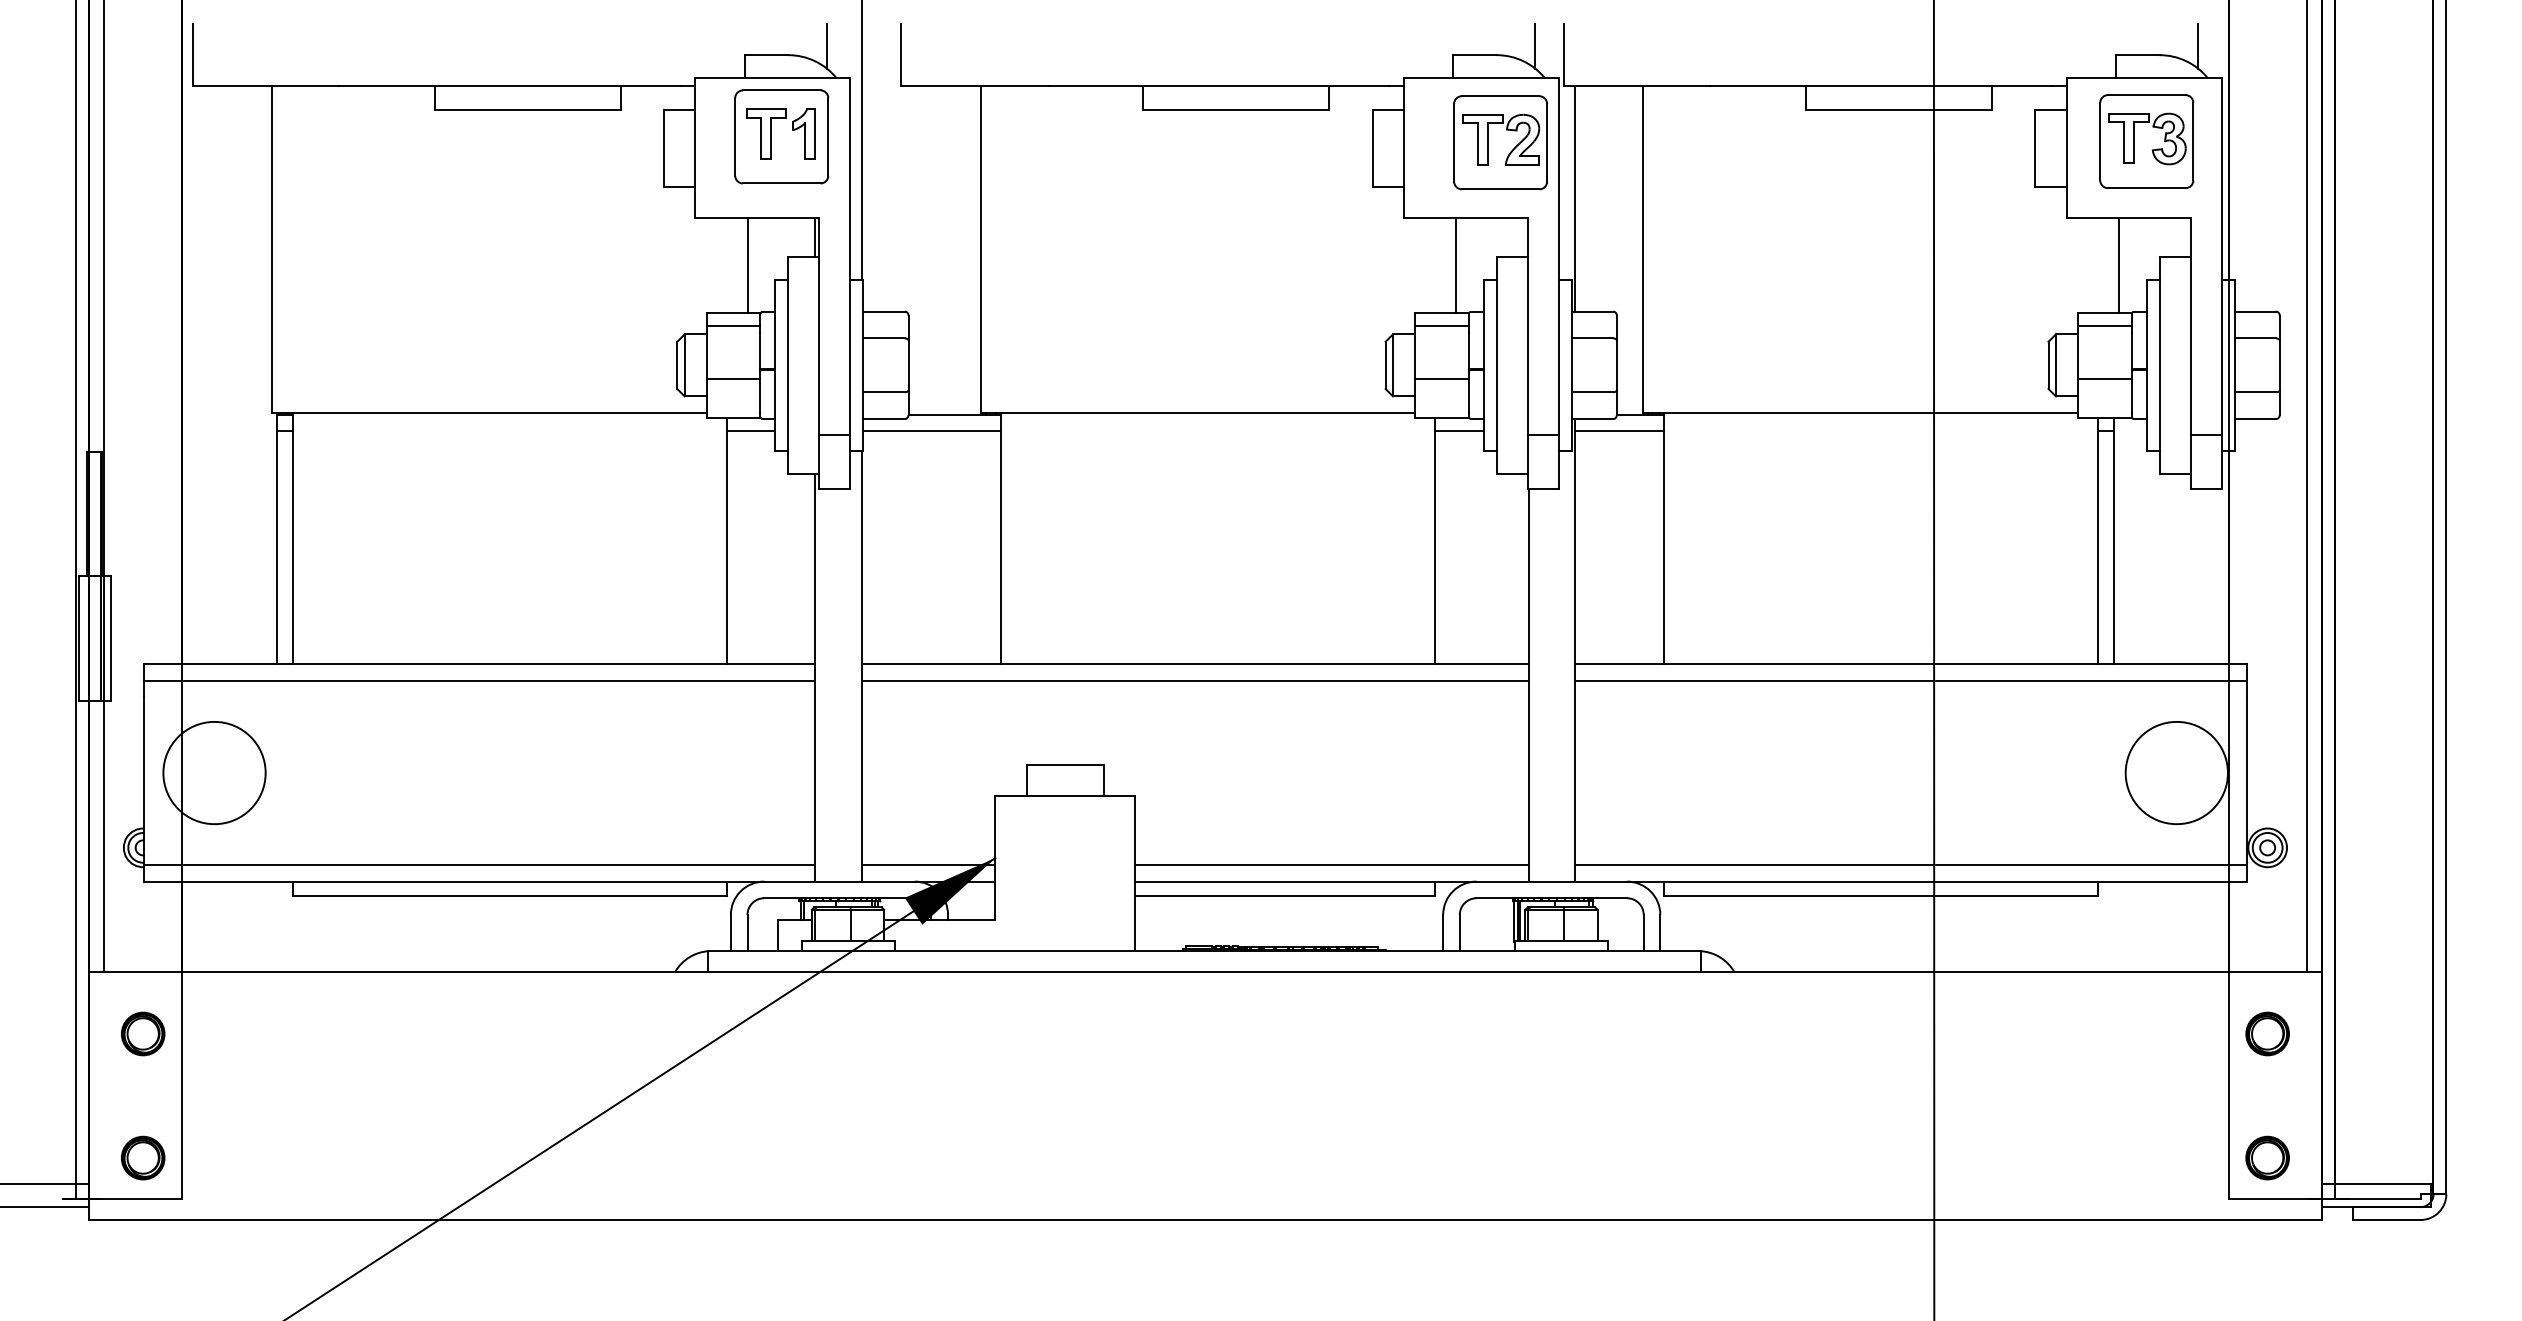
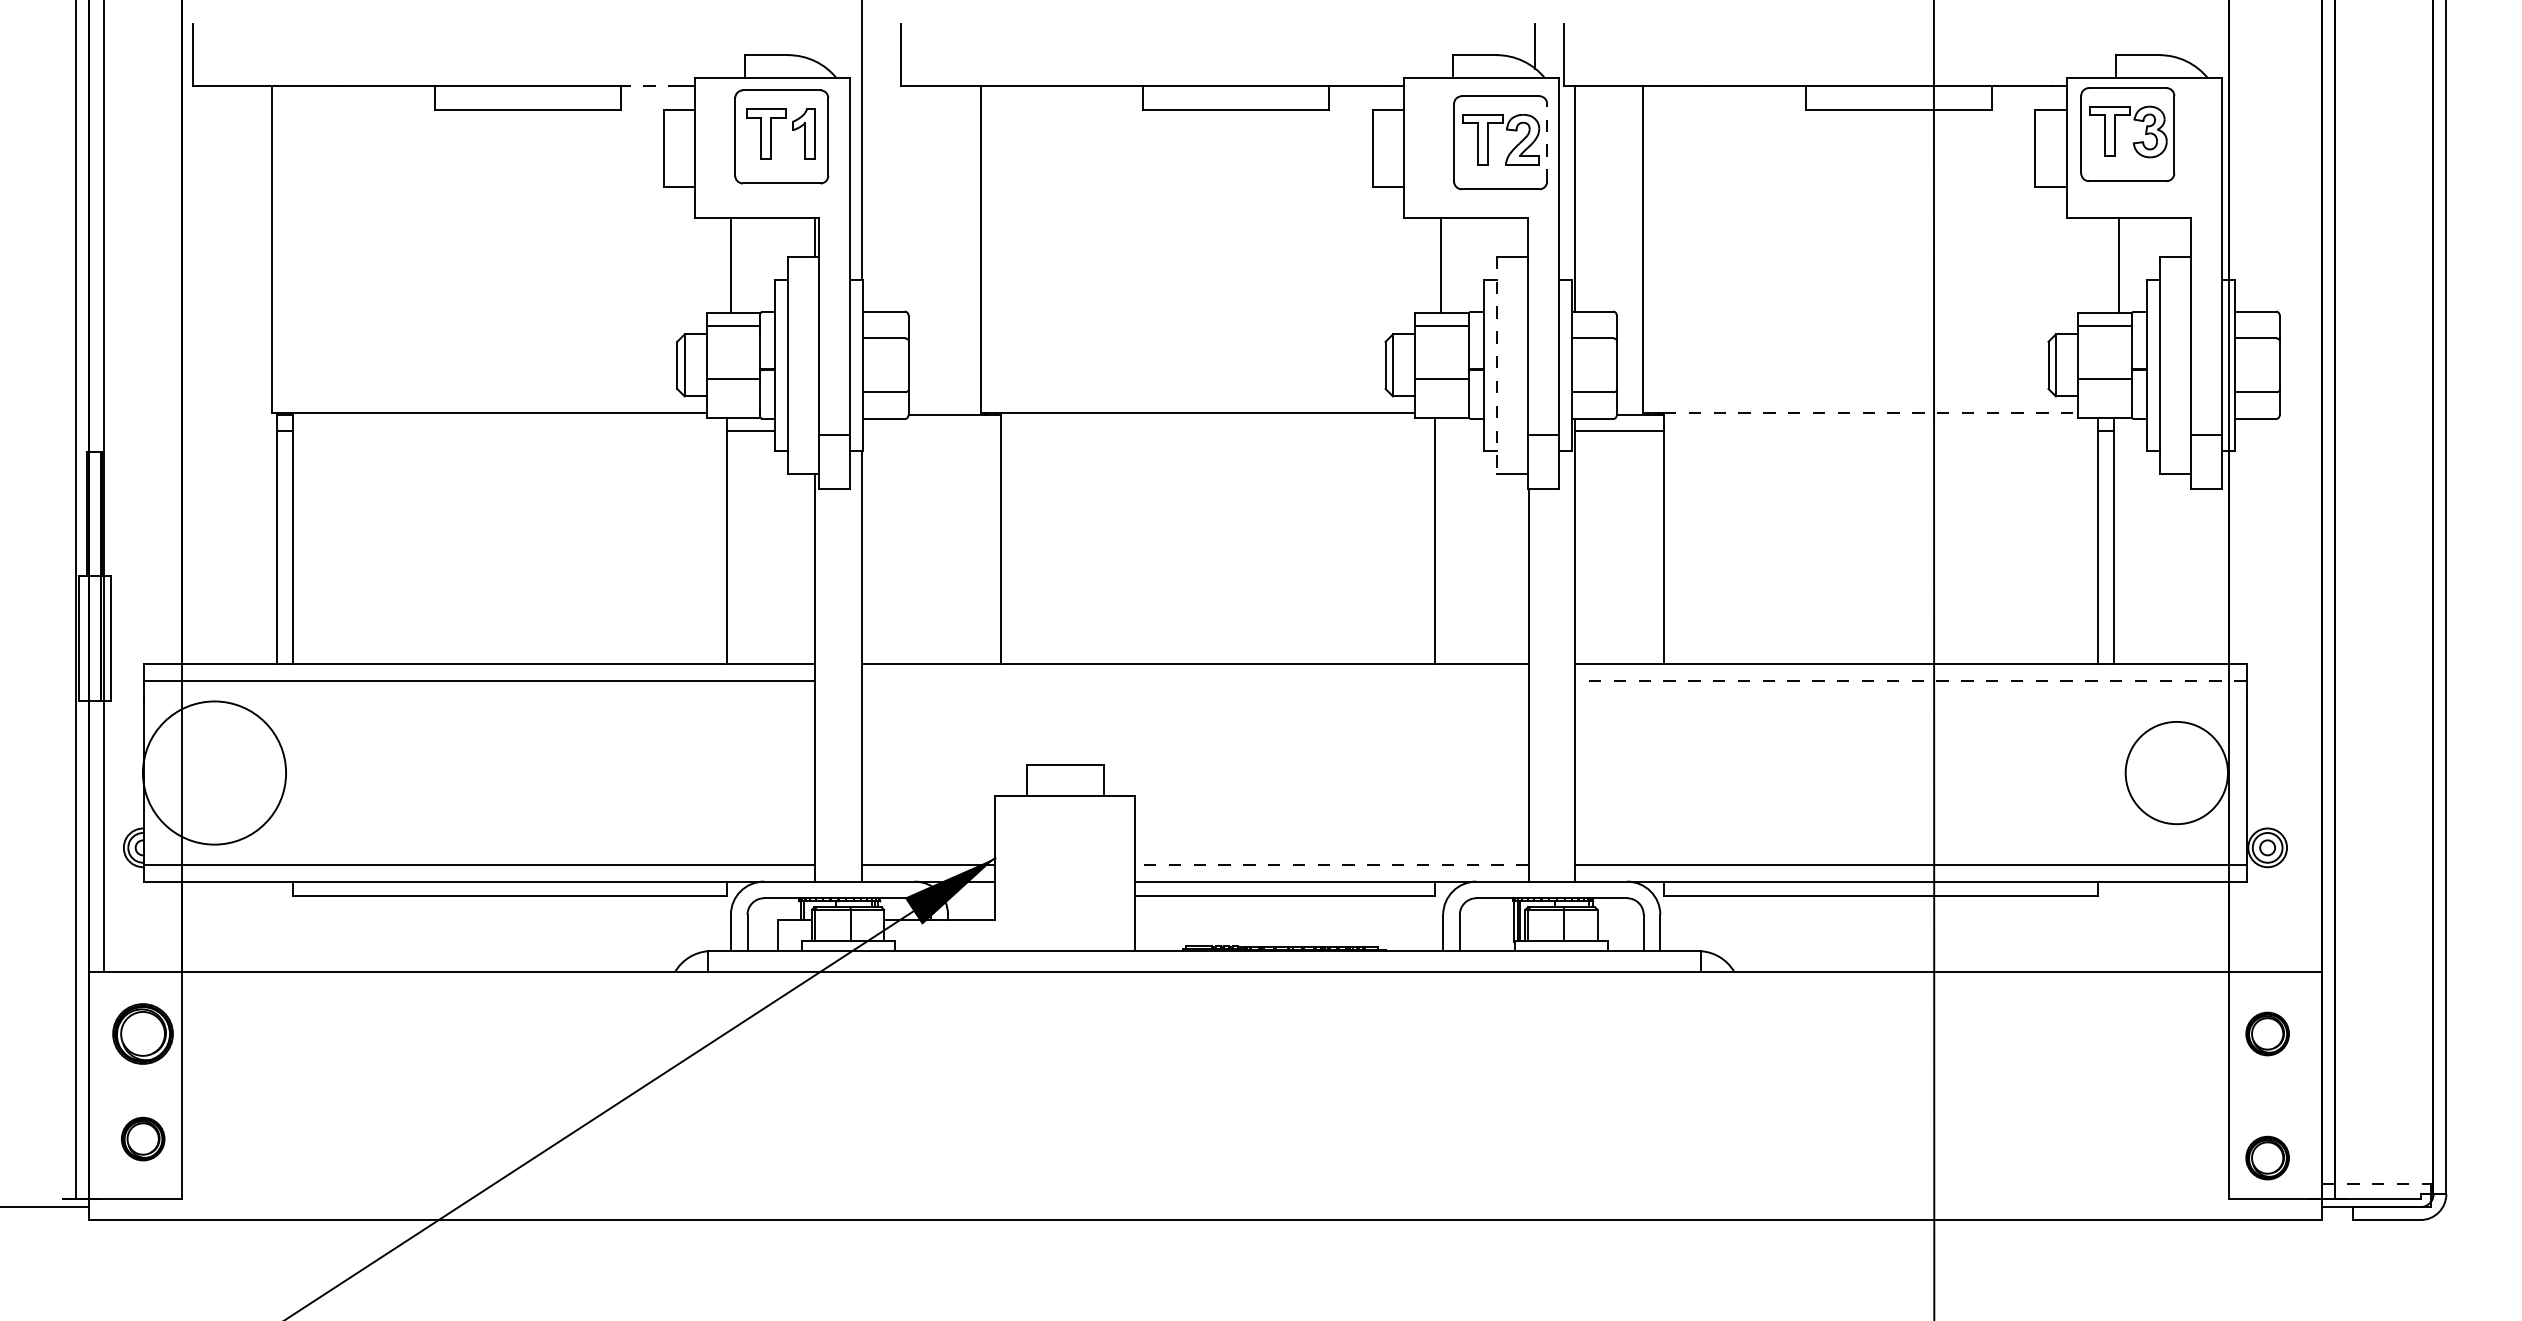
line at (827, 46): present -> none
line at (2198, 46): present -> none
line at (650, 86): solid -> dashed
part at (2146, 141) position: (2146, 141) -> (2127, 134)
line at (1547, 142): solid -> dashed
line at (747, 264) position: (747, 264) -> (730, 264)
line at (1455, 264) position: (1455, 264) -> (1440, 264)
line at (1496, 365): solid -> dashed
line at (1870, 412): solid -> dashed
line at (932, 431): present -> none
line at (1459, 431): present -> none
line at (2306, 486): present -> none
line at (1194, 681): present -> none
line at (1910, 681): solid -> dashed
circle at (214, 772) diameter: 102 px -> 143 px
line at (1331, 865): solid -> dashed
part at (143, 1033) size: 45x46 px -> 62x62 px
part at (143, 1157) position: (143, 1157) -> (143, 1138)
line at (45, 1183): present -> none
line at (2377, 1183): solid -> dashed
